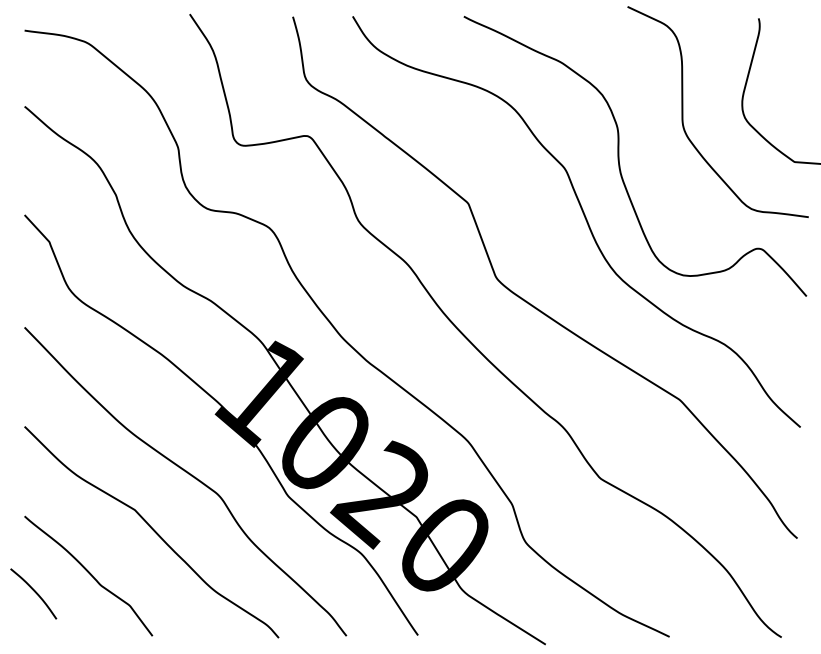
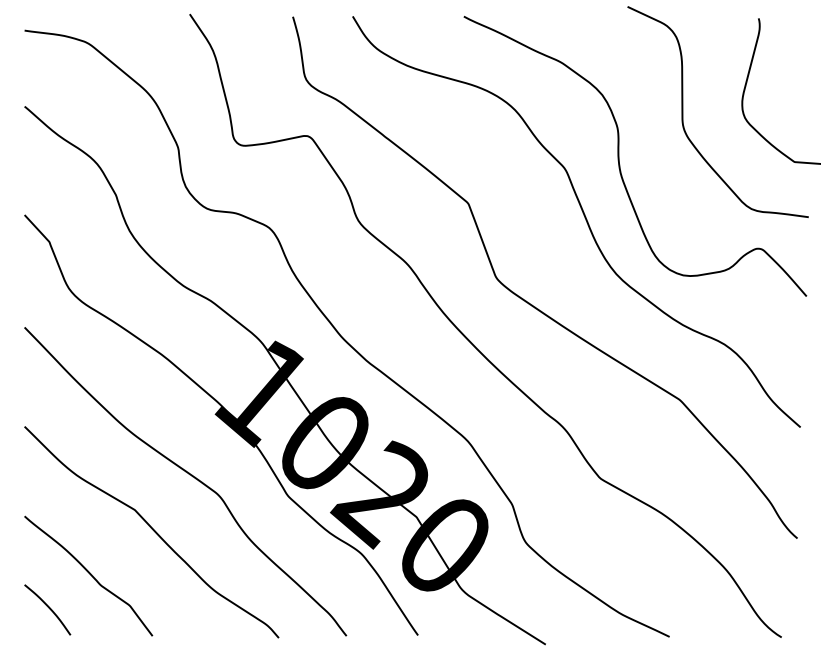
curve at (34, 592) position: (34, 592) -> (48, 608)
